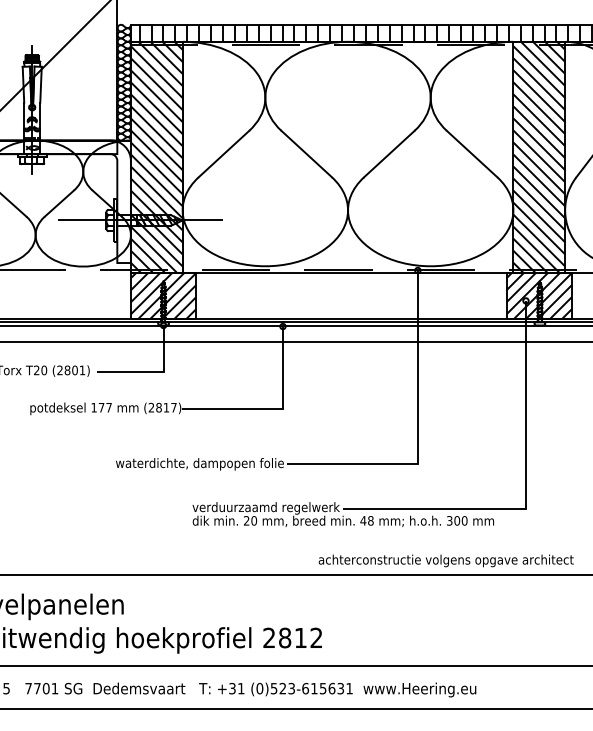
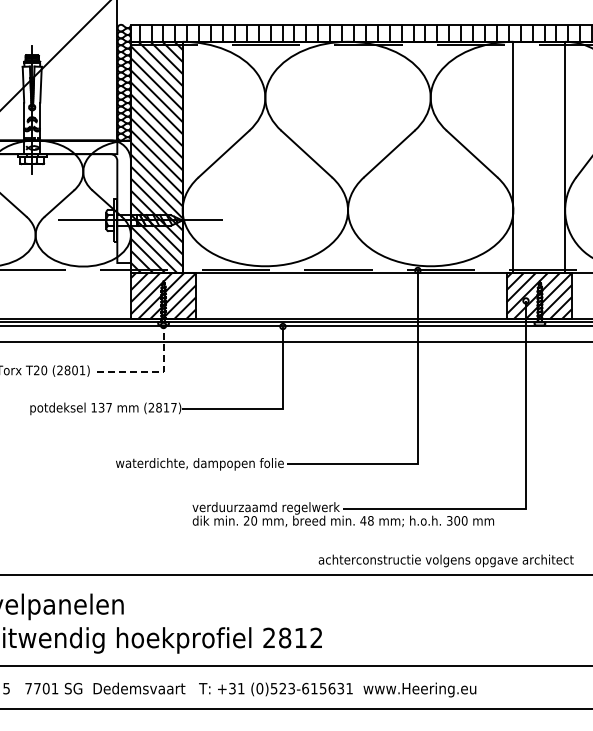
hatch at (539, 157): present -> none
line at (154, 372): solid -> dashed
text at (101, 407): 177 -> 137
